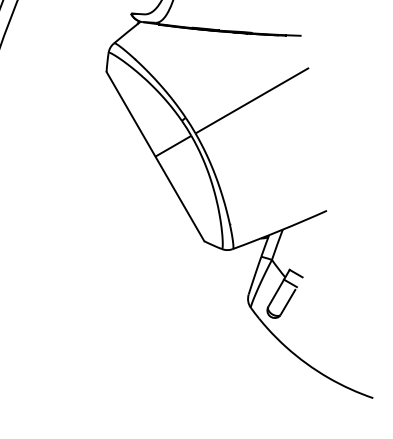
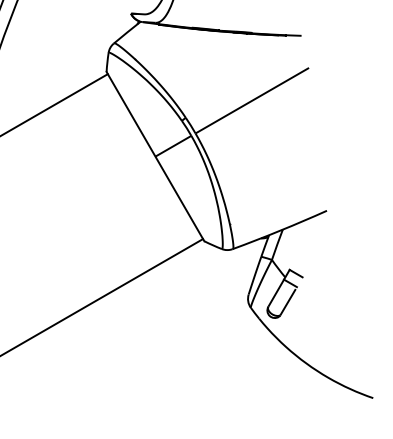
line at (54, 104): none -> present
line at (102, 297): none -> present
